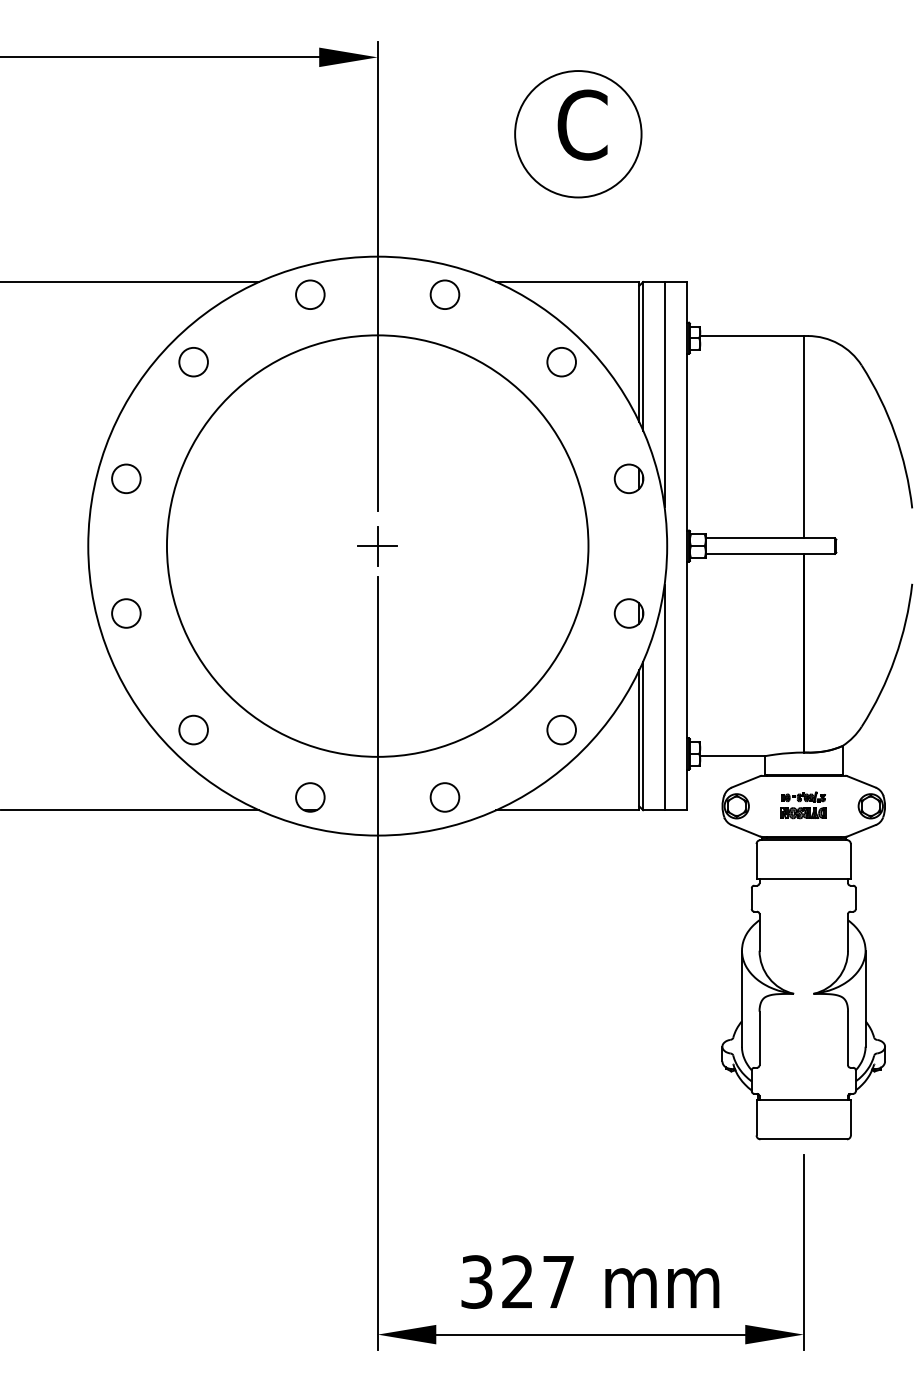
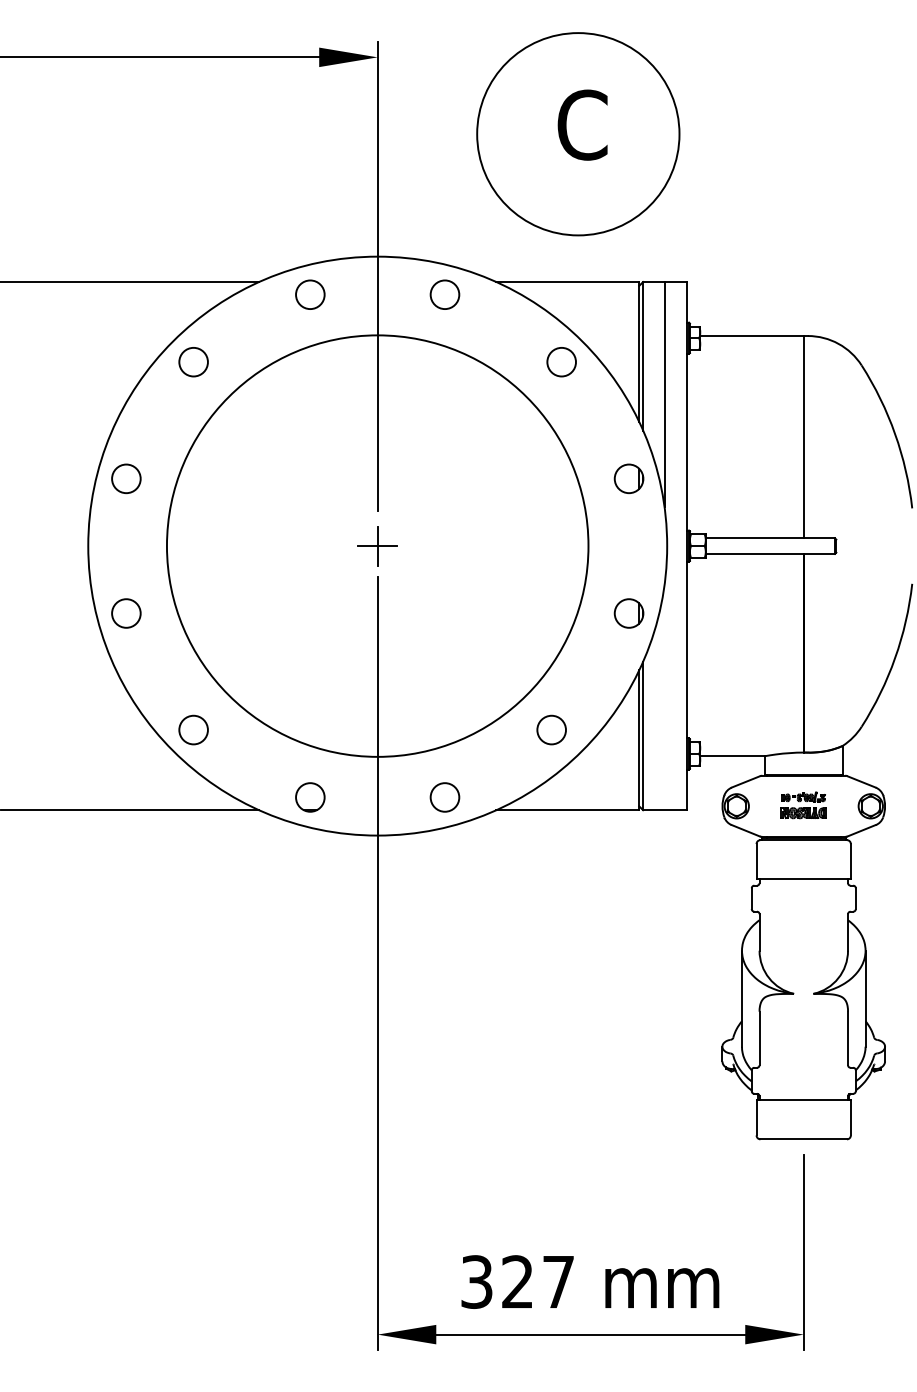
circle at (578, 134) diameter: 126 px -> 202 px
line at (664, 697): present -> none
circle at (561, 729) position: (561, 729) -> (551, 729)
